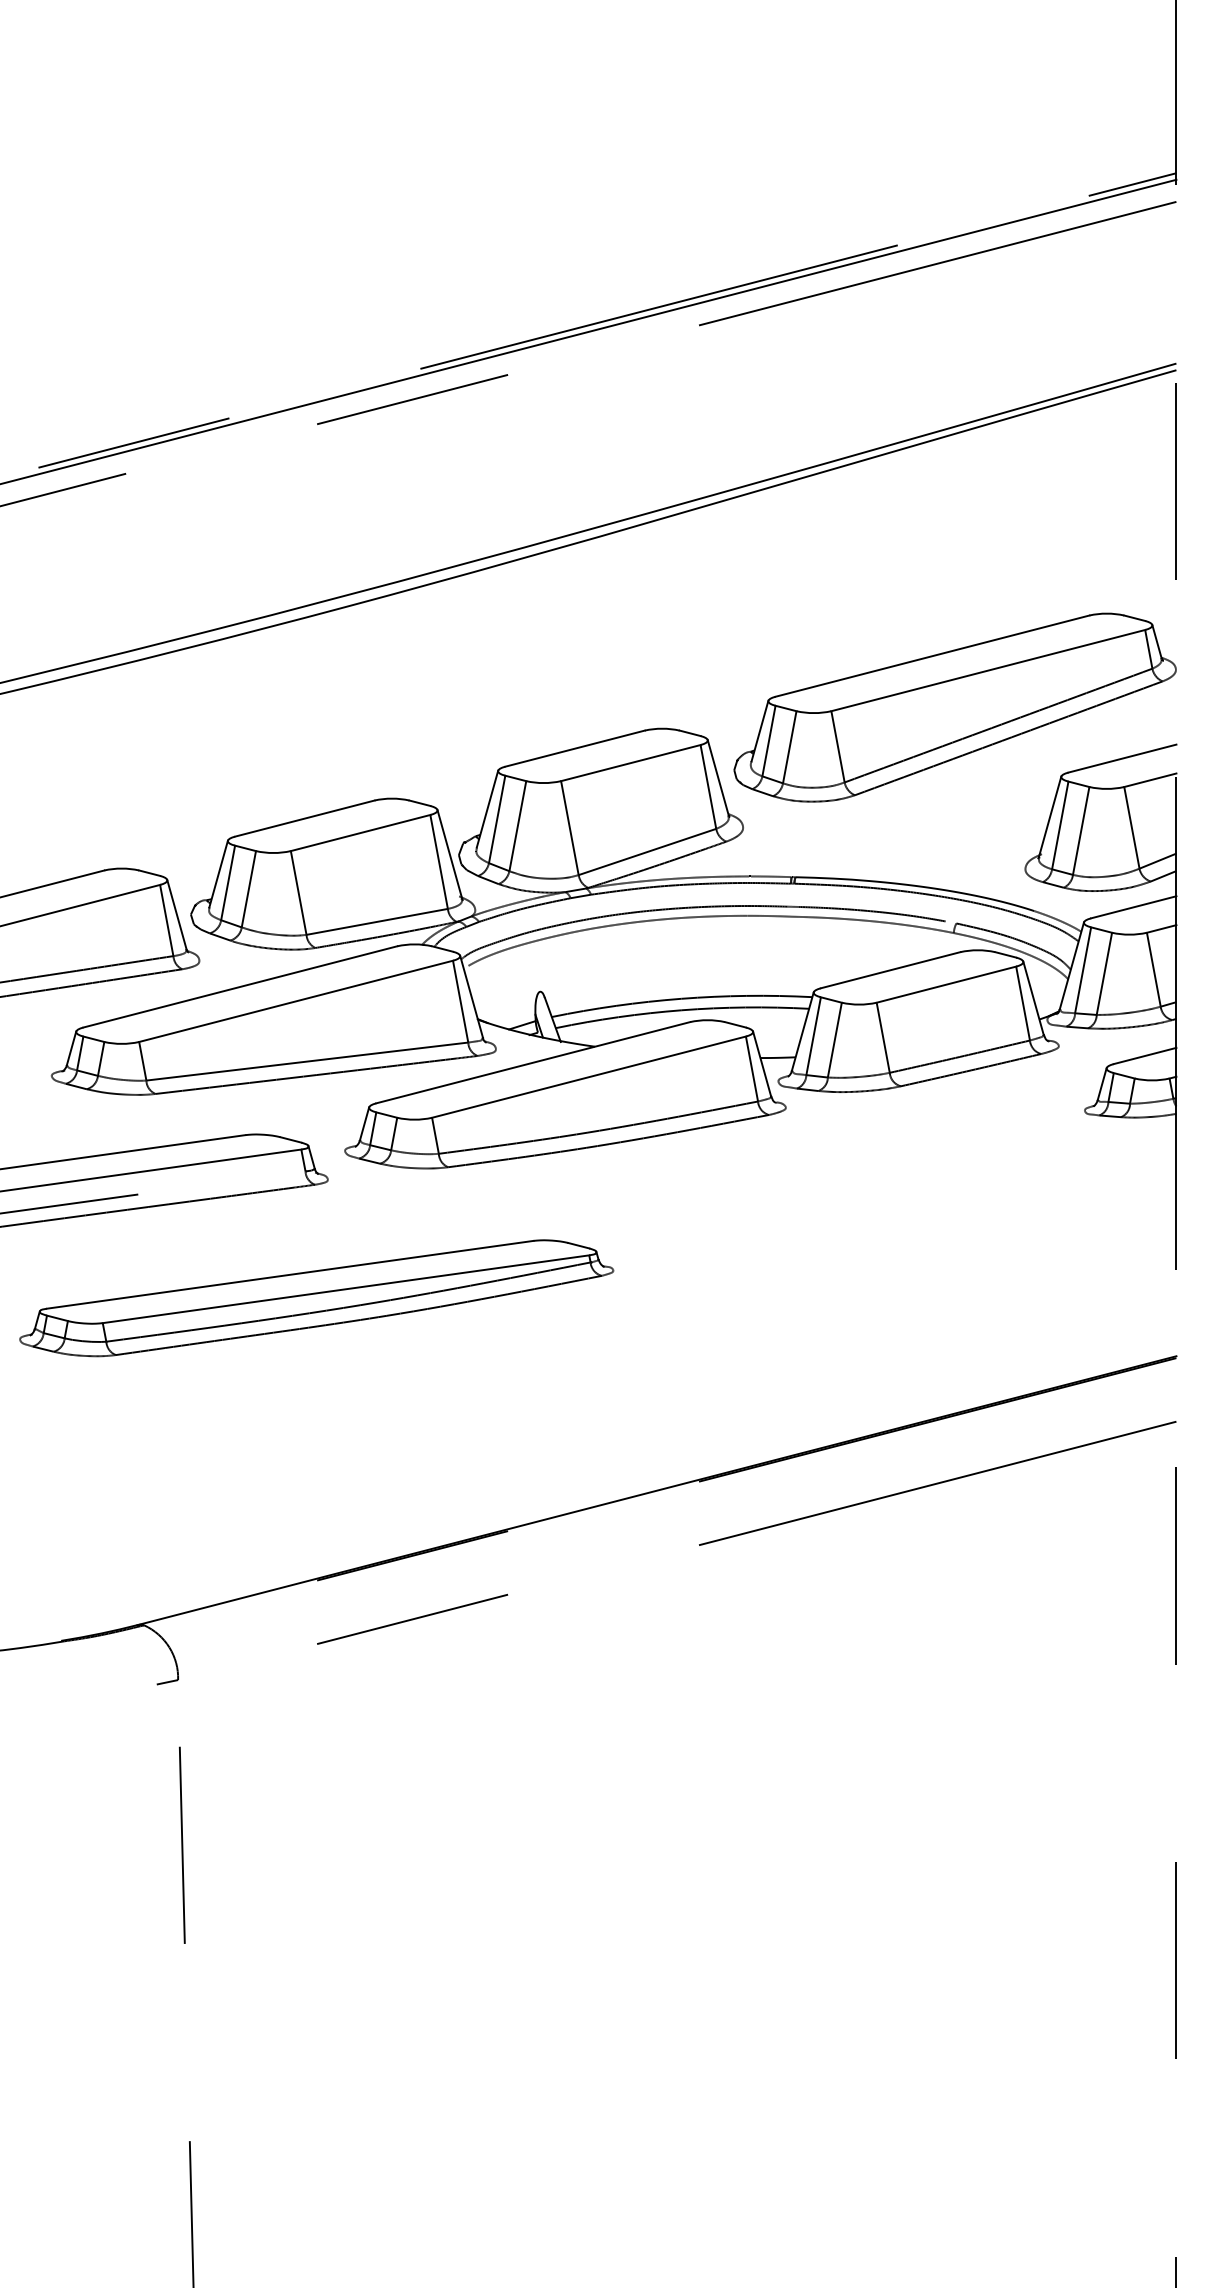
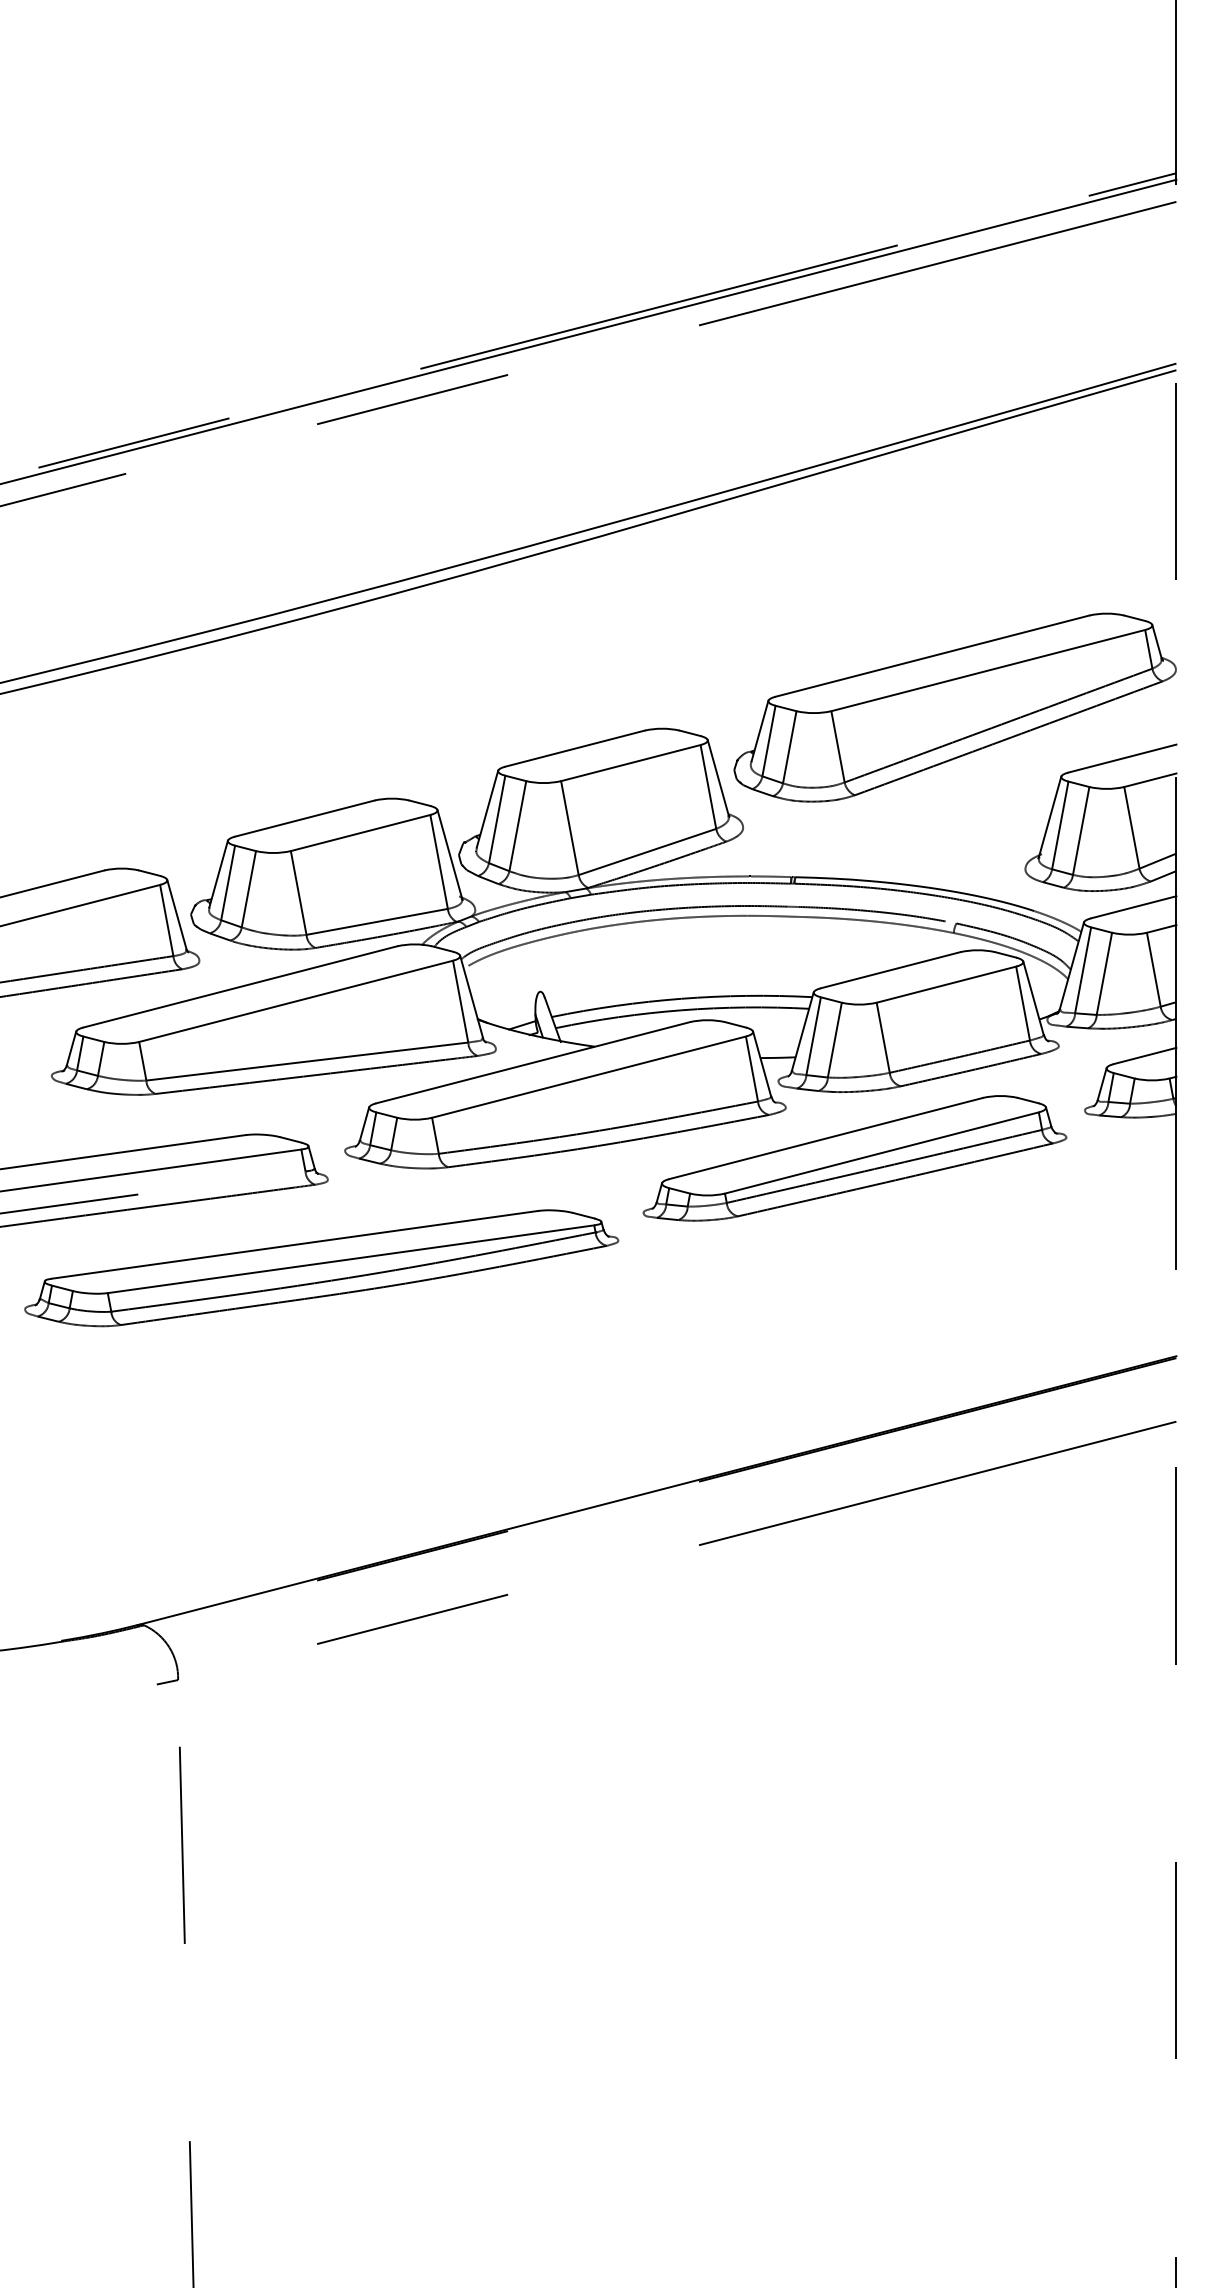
part at (854, 1158): none -> present
part at (316, 1298) position: (316, 1298) -> (321, 1268)
